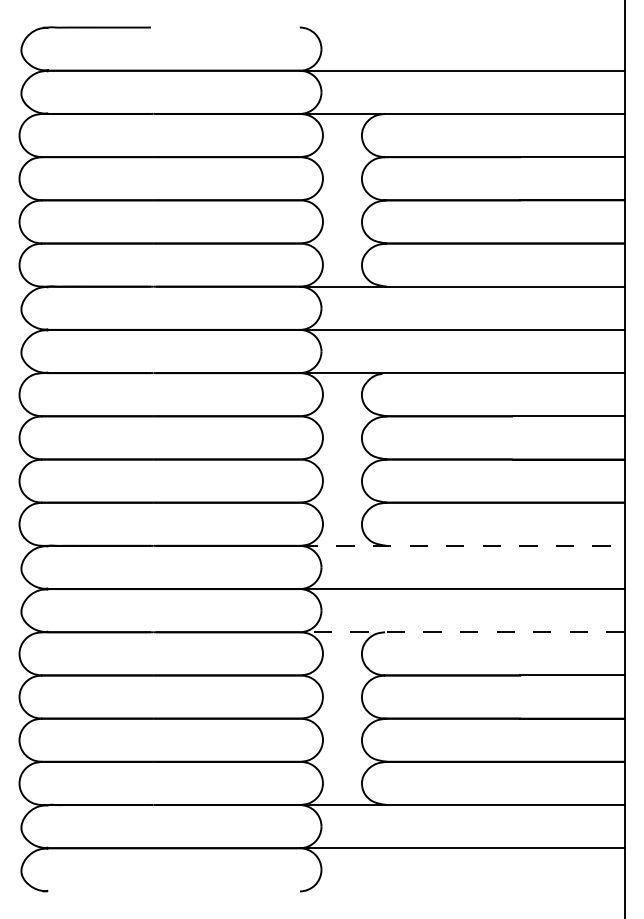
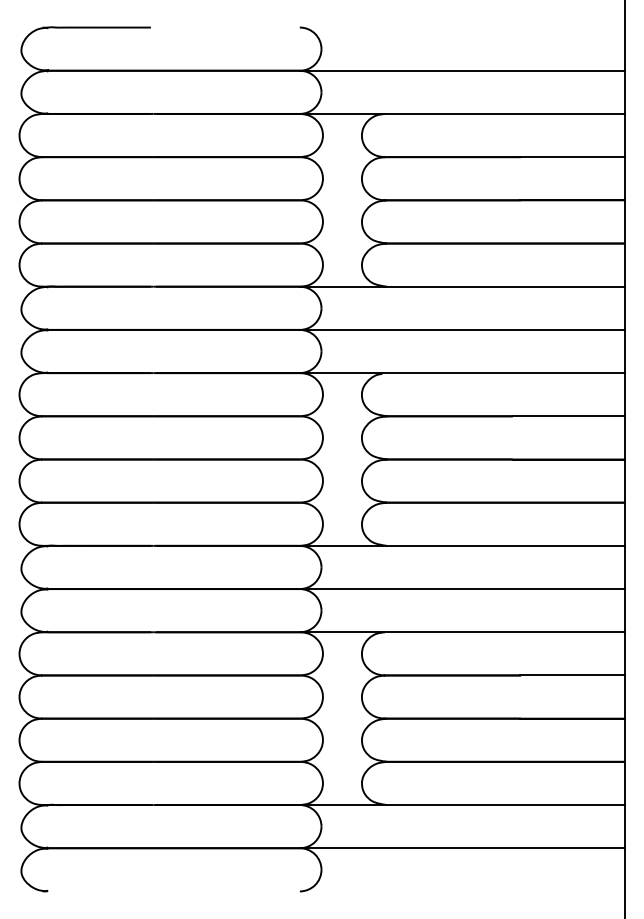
line at (462, 545): dashed -> solid
line at (461, 632): dashed -> solid
